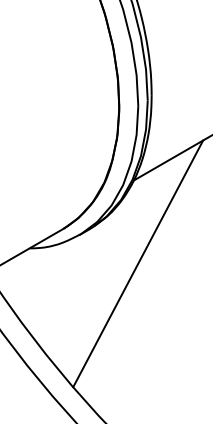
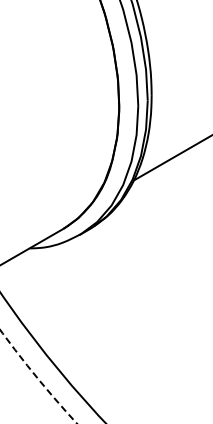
line at (138, 263): present -> none
arc at (37, 378): solid -> dashed
